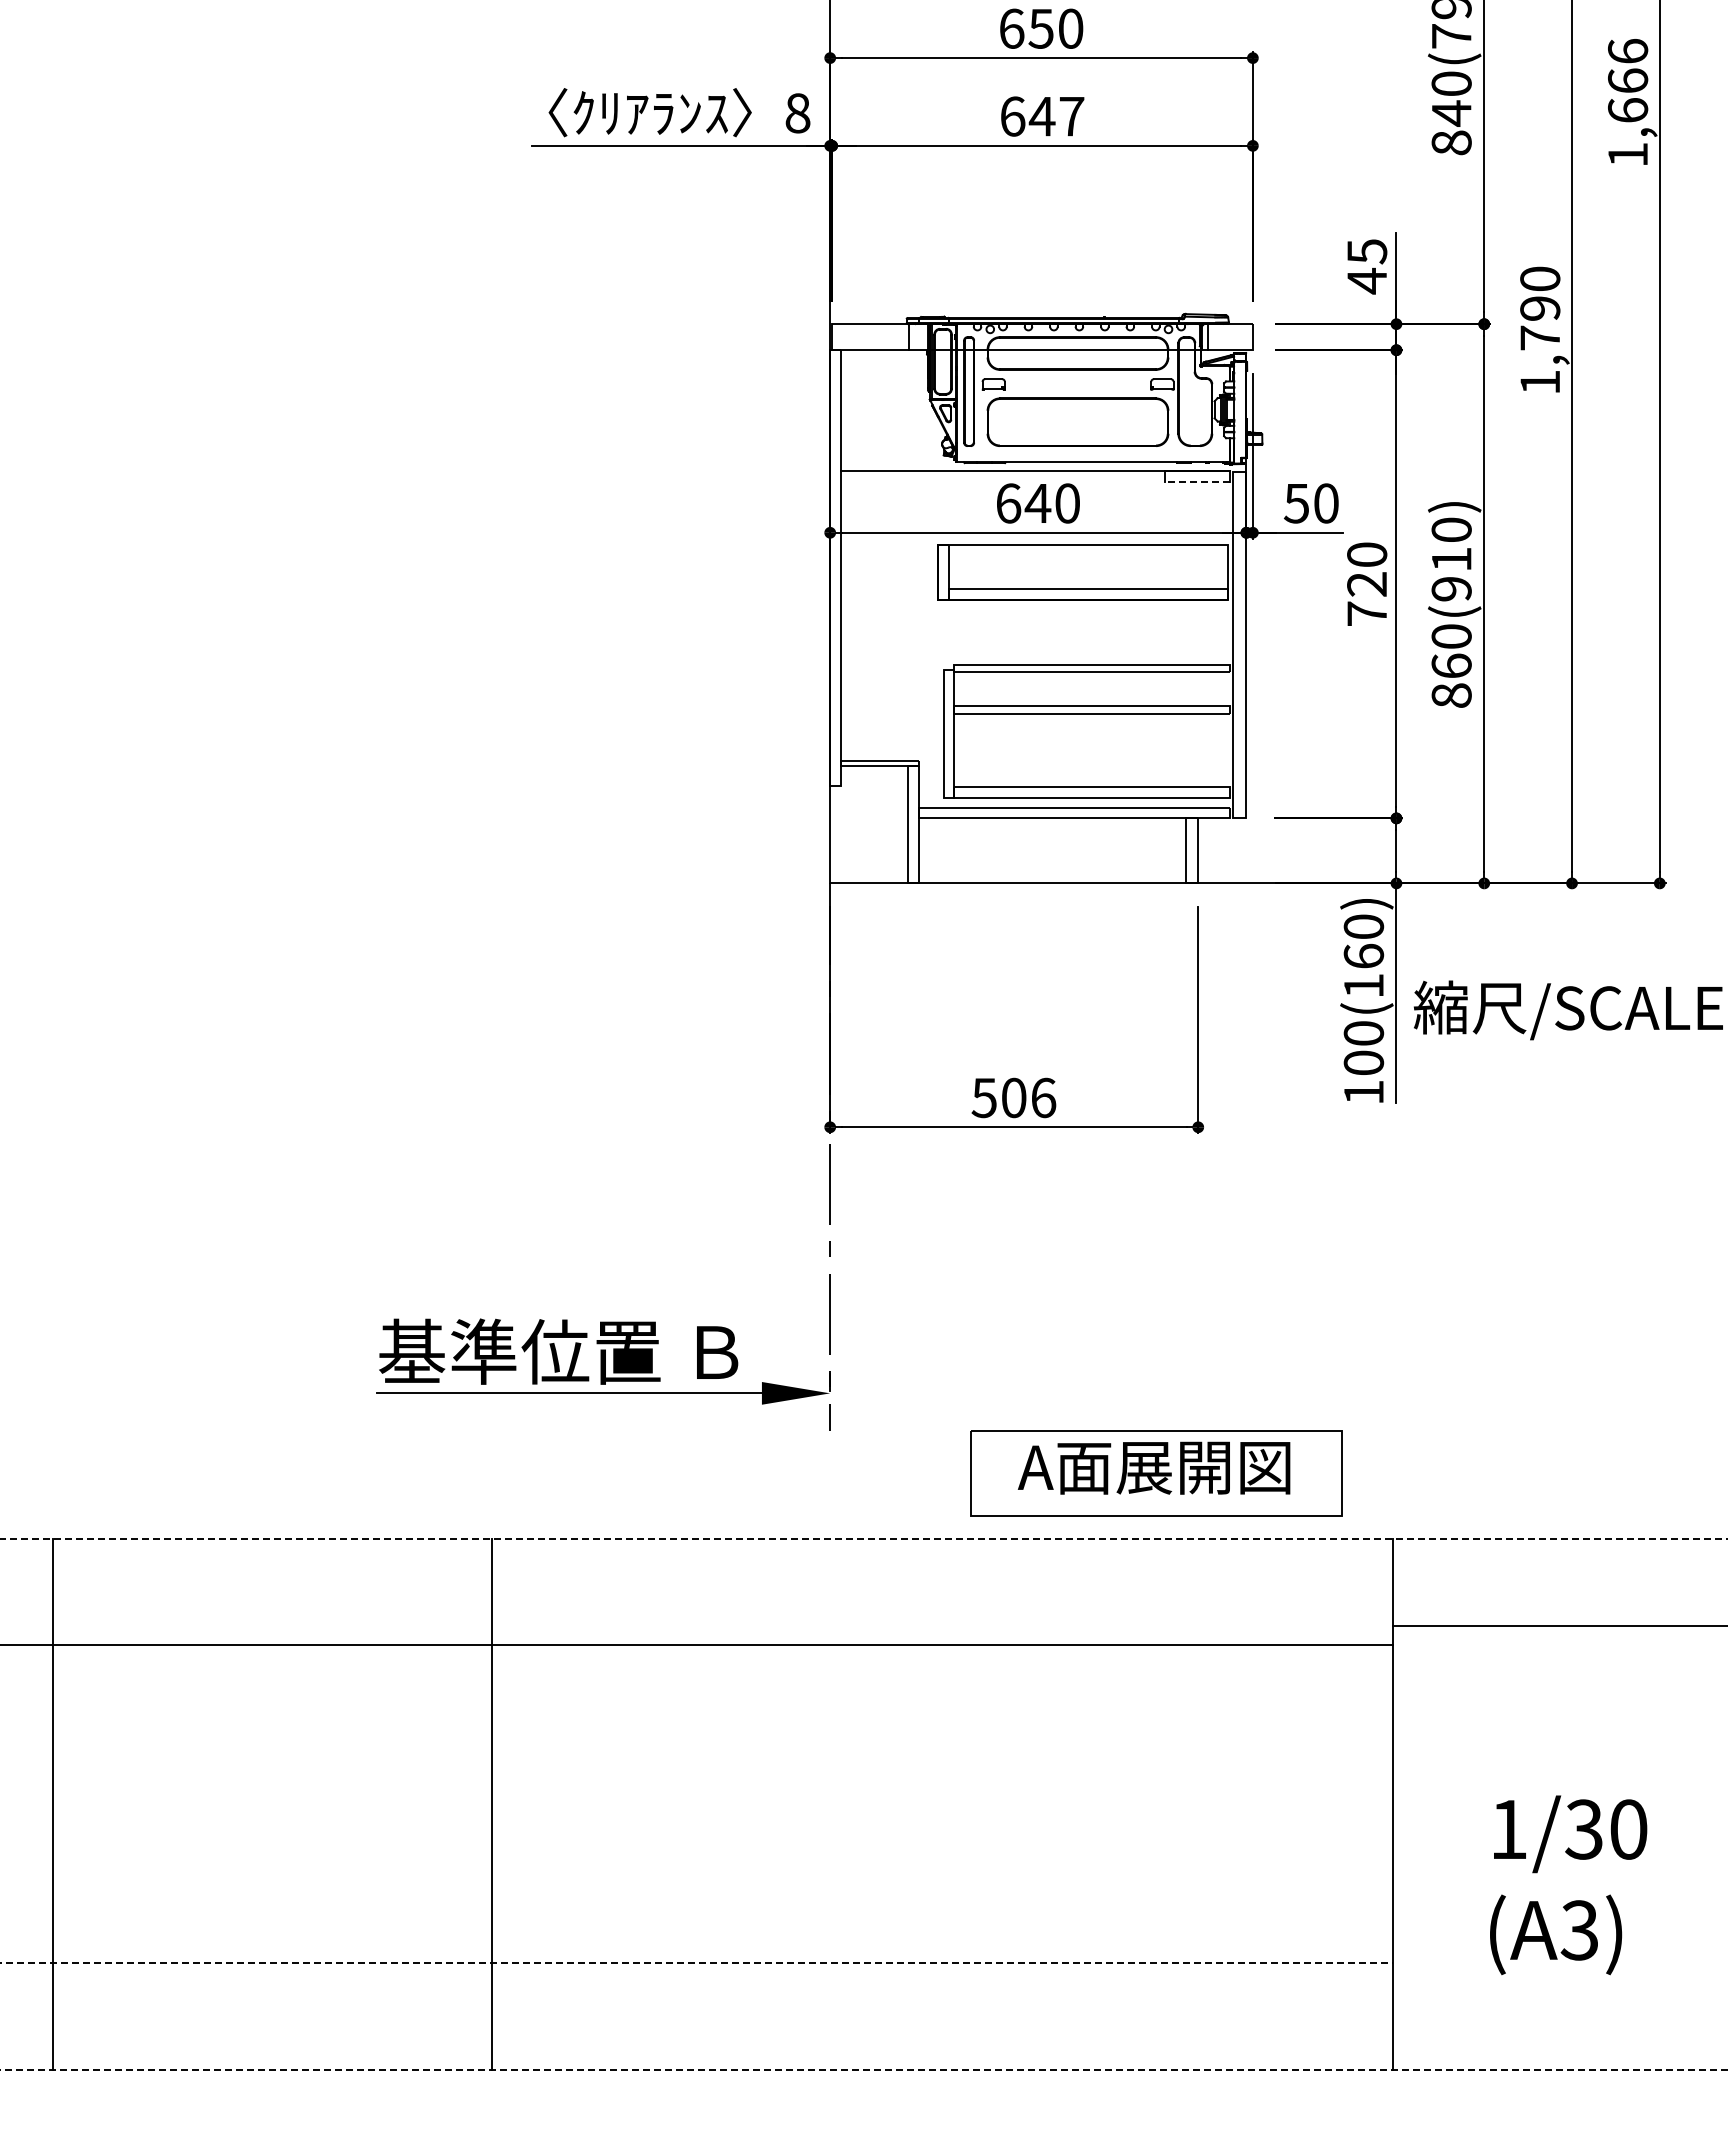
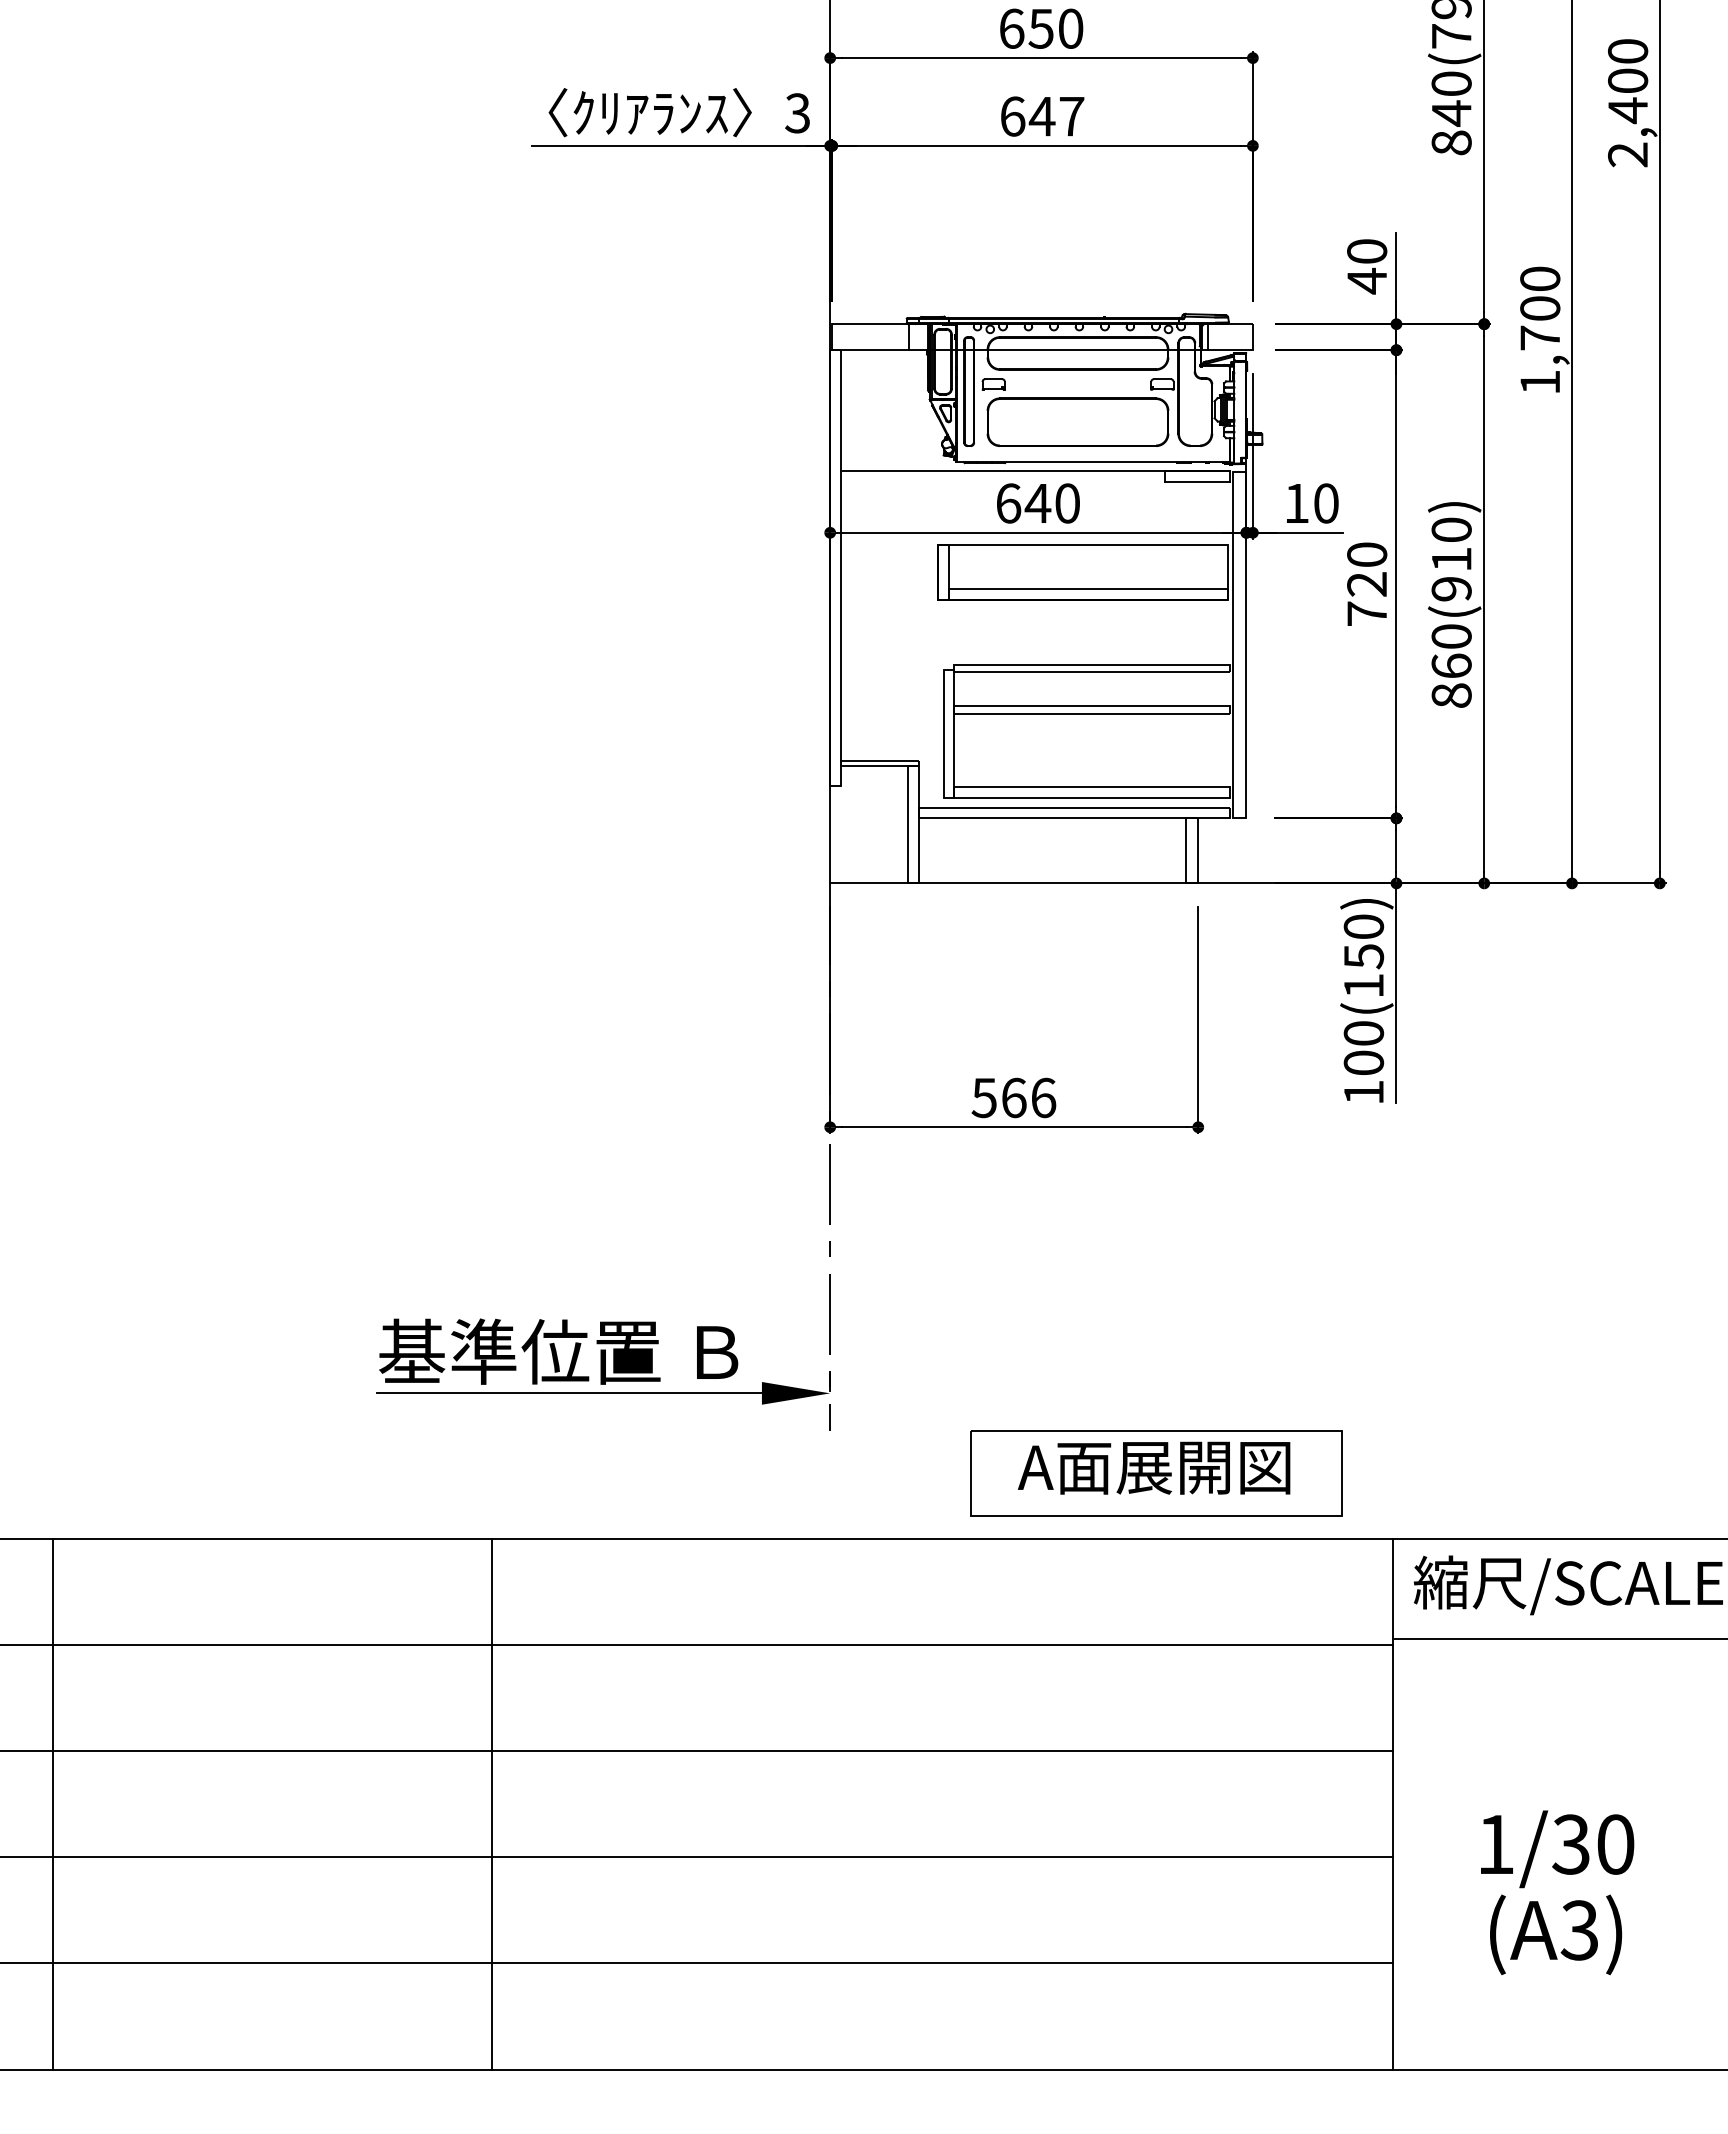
text at (1628, 103): 1,666 -> 2,400
text at (797, 113): 8 -> 3
text at (1367, 251): 45 -> 40
text at (1540, 308): 1,790 -> 1,700
line at (1197, 481): dashed -> solid
text at (1295, 503): 50 -> 10
text at (1363, 956): 100(160) -> 100(150)
text at (1567, 1010) position: (1567, 1010) -> (1567, 1585)
text at (1014, 1097): 506 -> 566
line at (864, 1538): dashed -> solid
line at (1558, 1626) position: (1558, 1626) -> (1558, 1639)
line at (697, 1750): none -> present
text at (1570, 1834) position: (1570, 1834) -> (1557, 1849)
line at (697, 1856): none -> present
line at (697, 1963): dashed -> solid
line at (863, 2069): dashed -> solid
